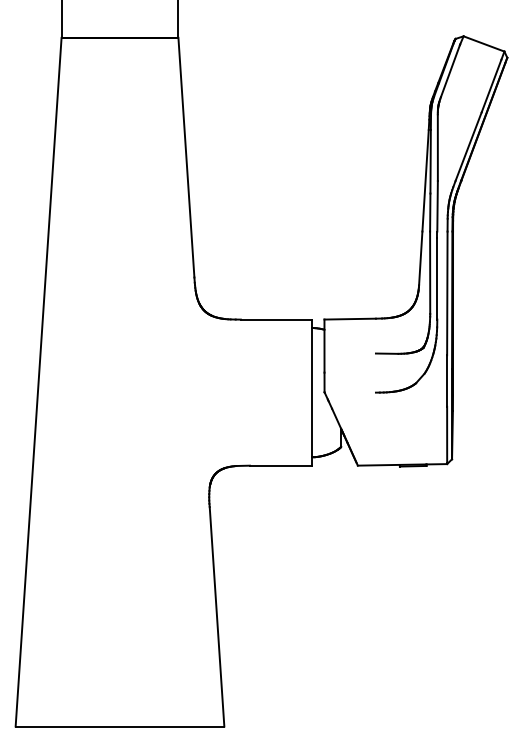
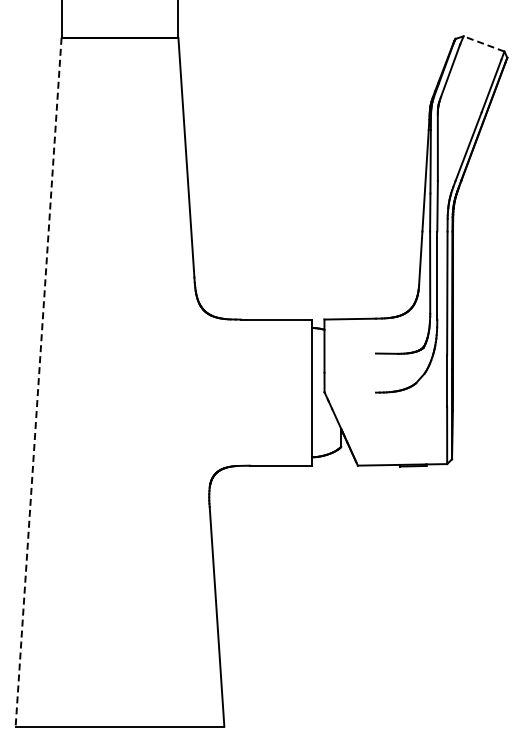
line at (484, 43): solid -> dashed
line at (38, 382): solid -> dashed
